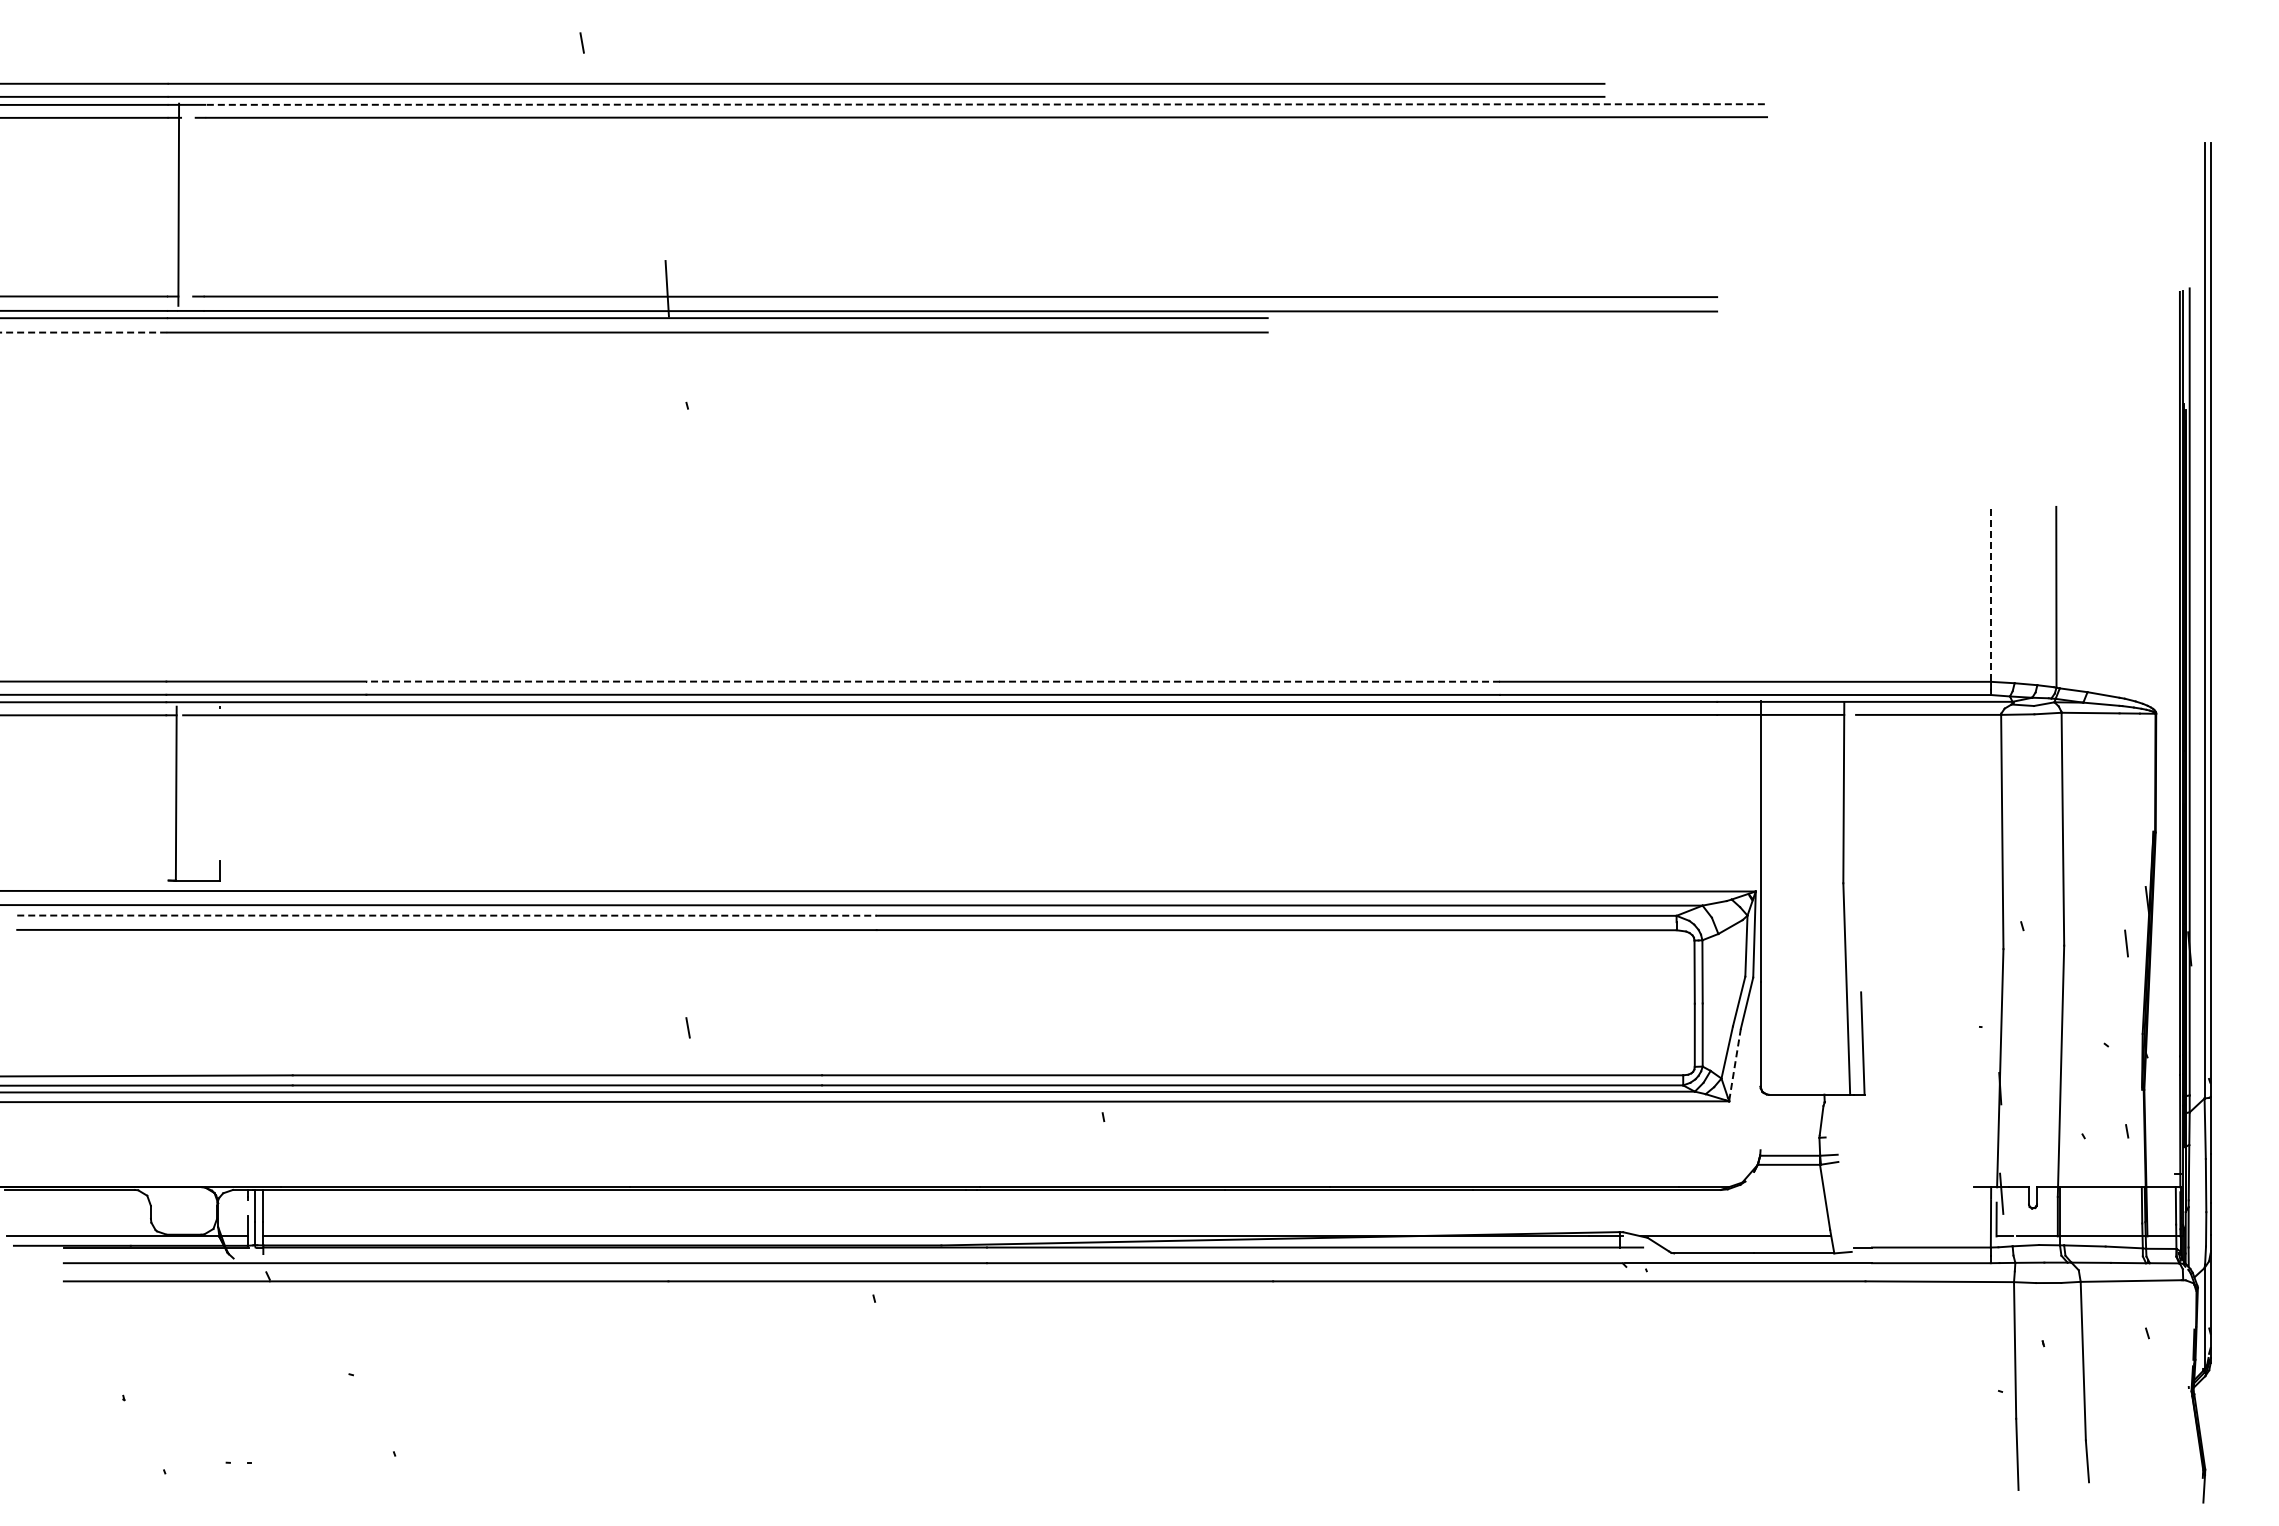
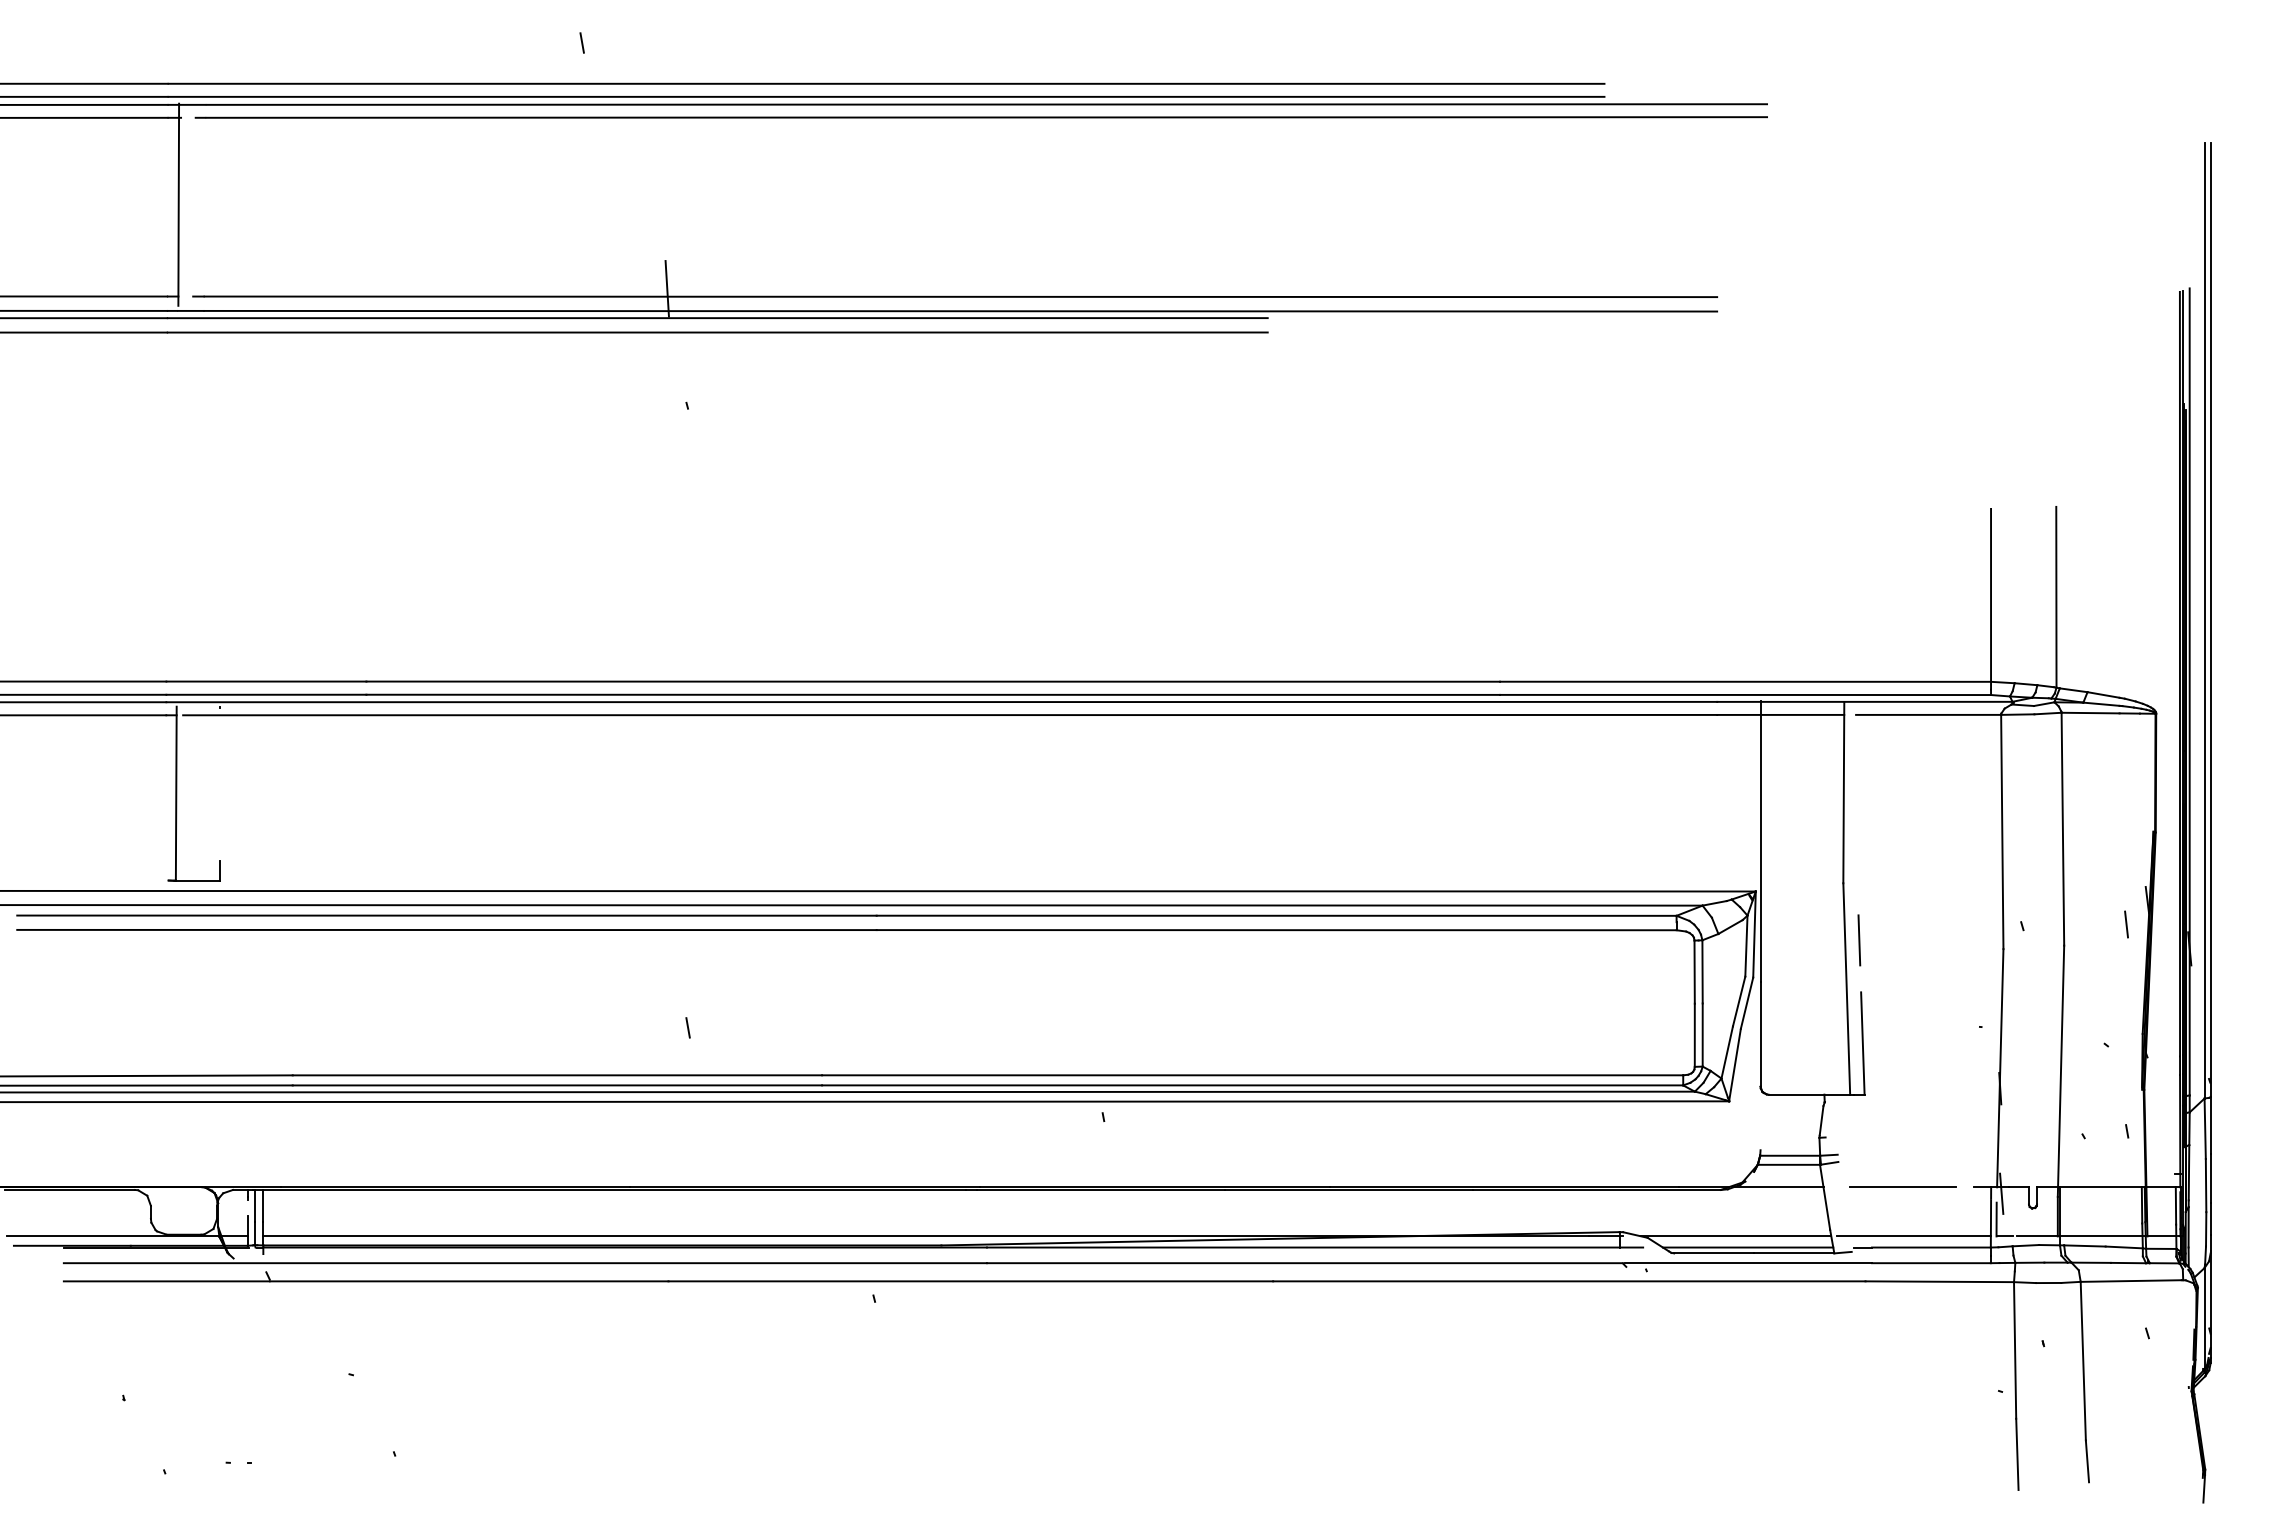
line at (987, 104): dashed -> solid
line at (83, 332): dashed -> solid
line at (1991, 595): dashed -> solid
line at (933, 681): dashed -> solid
line at (446, 915): dashed -> solid
line at (1859, 940): none -> present
line at (2126, 943) position: (2126, 943) -> (2126, 924)
line at (1735, 1064): dashed -> solid
line at (1902, 1186): none -> present
line at (1778, 1187): none -> present
line at (1913, 1236): none -> present
line at (1747, 1247): none -> present
